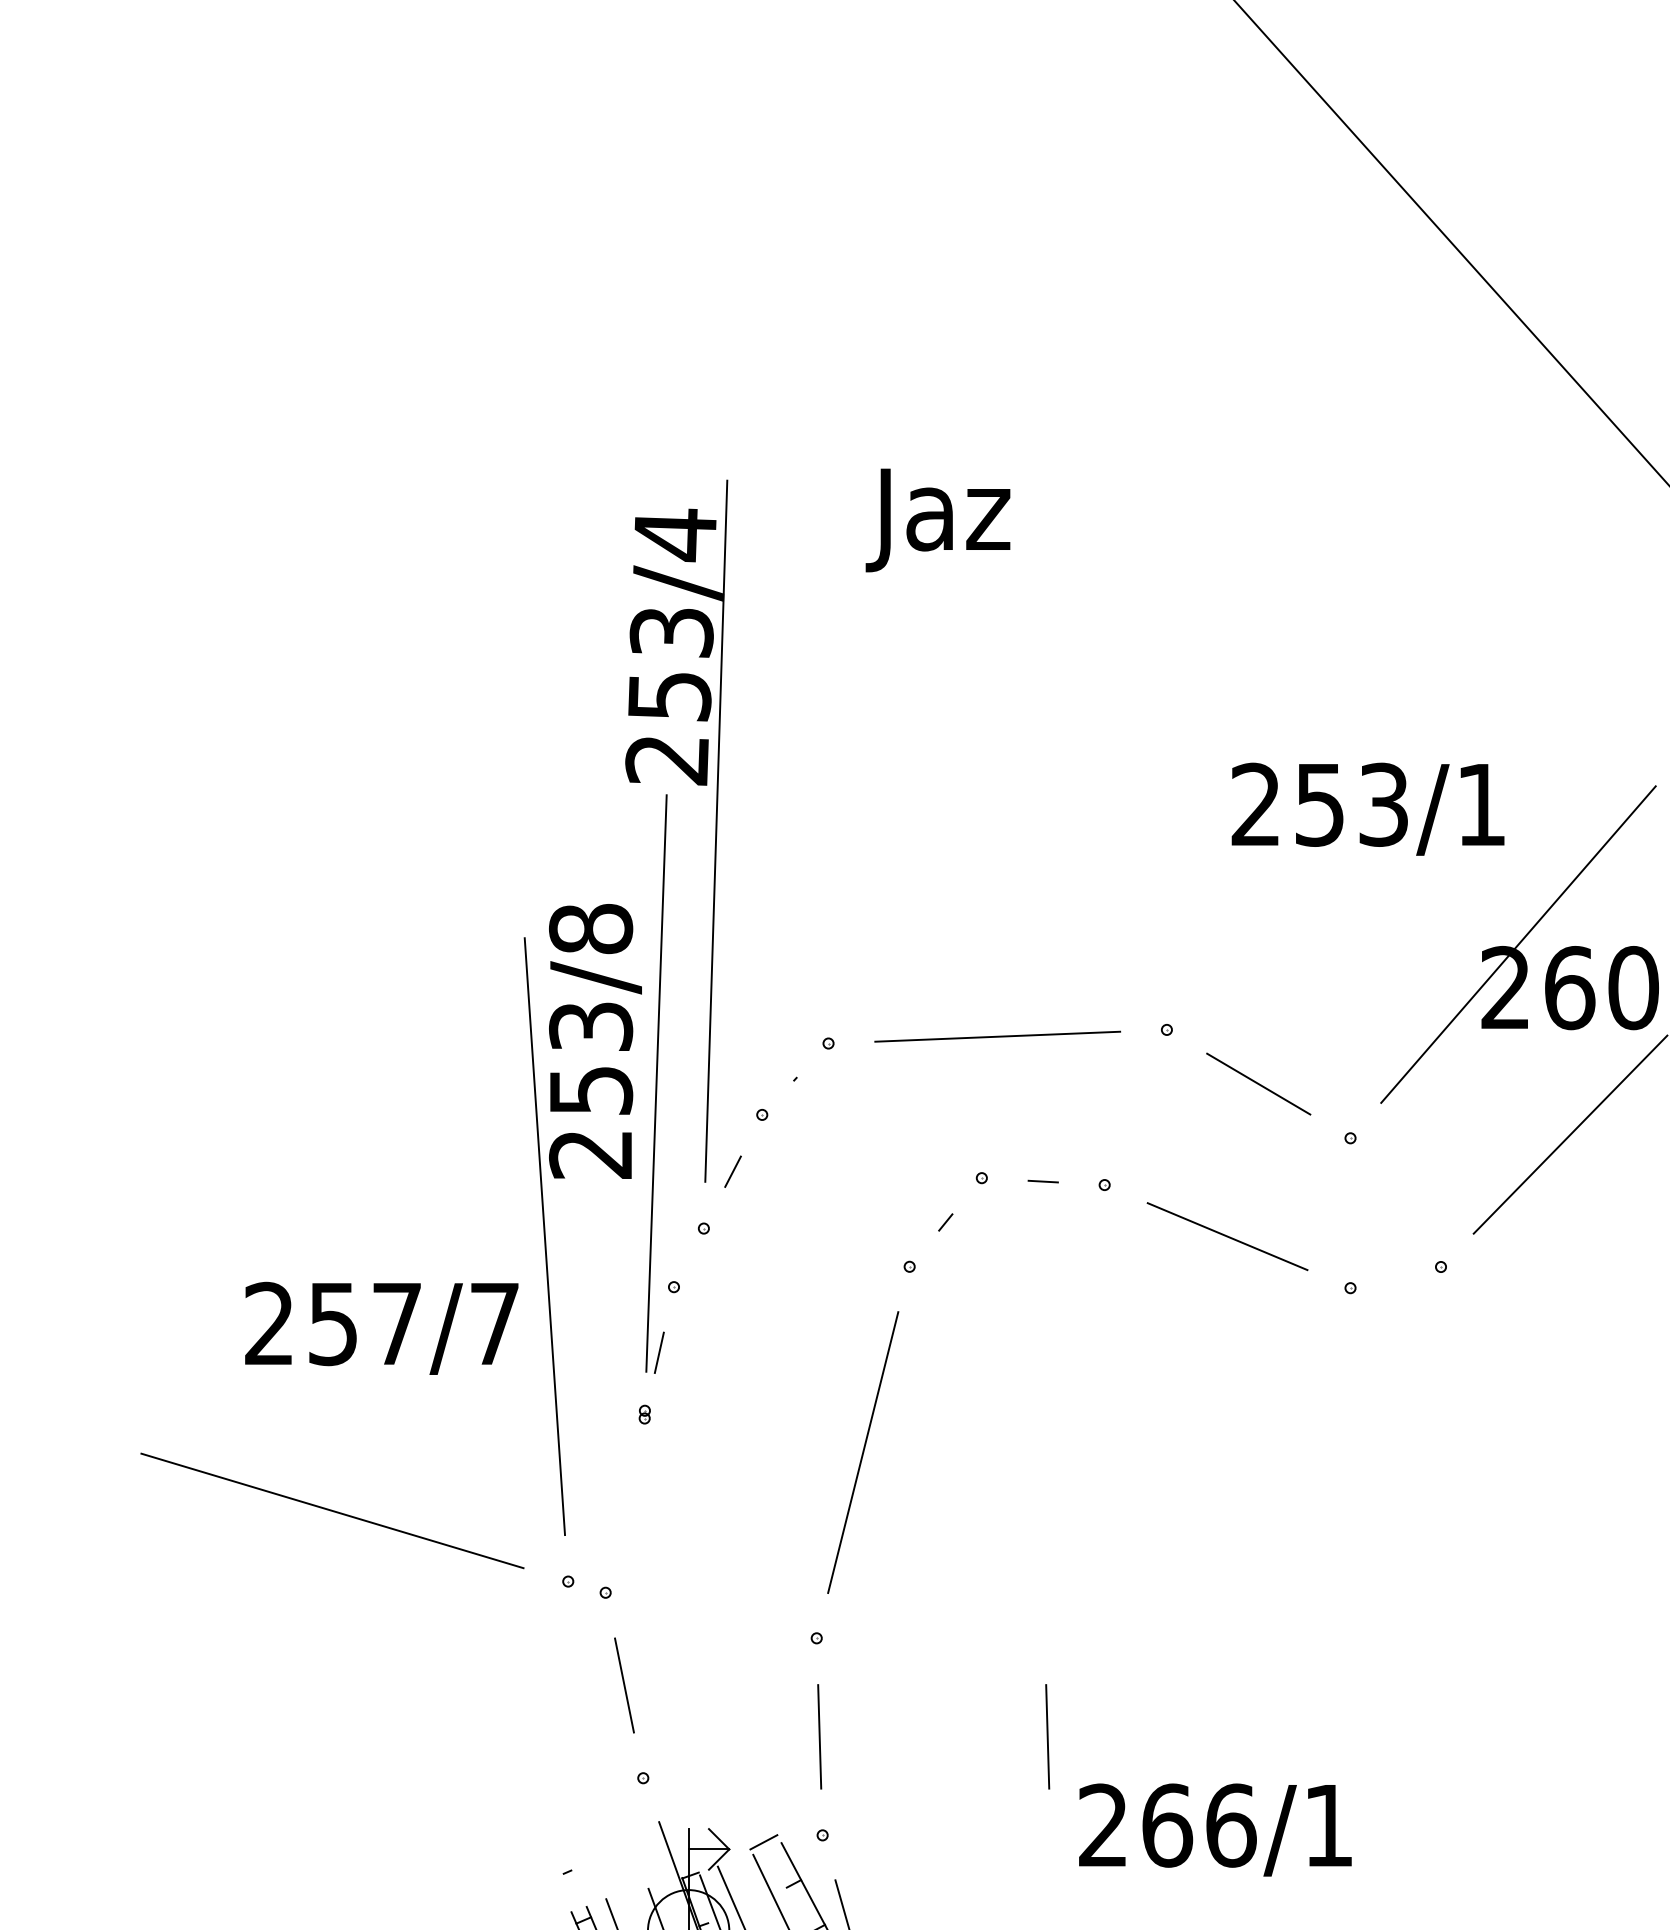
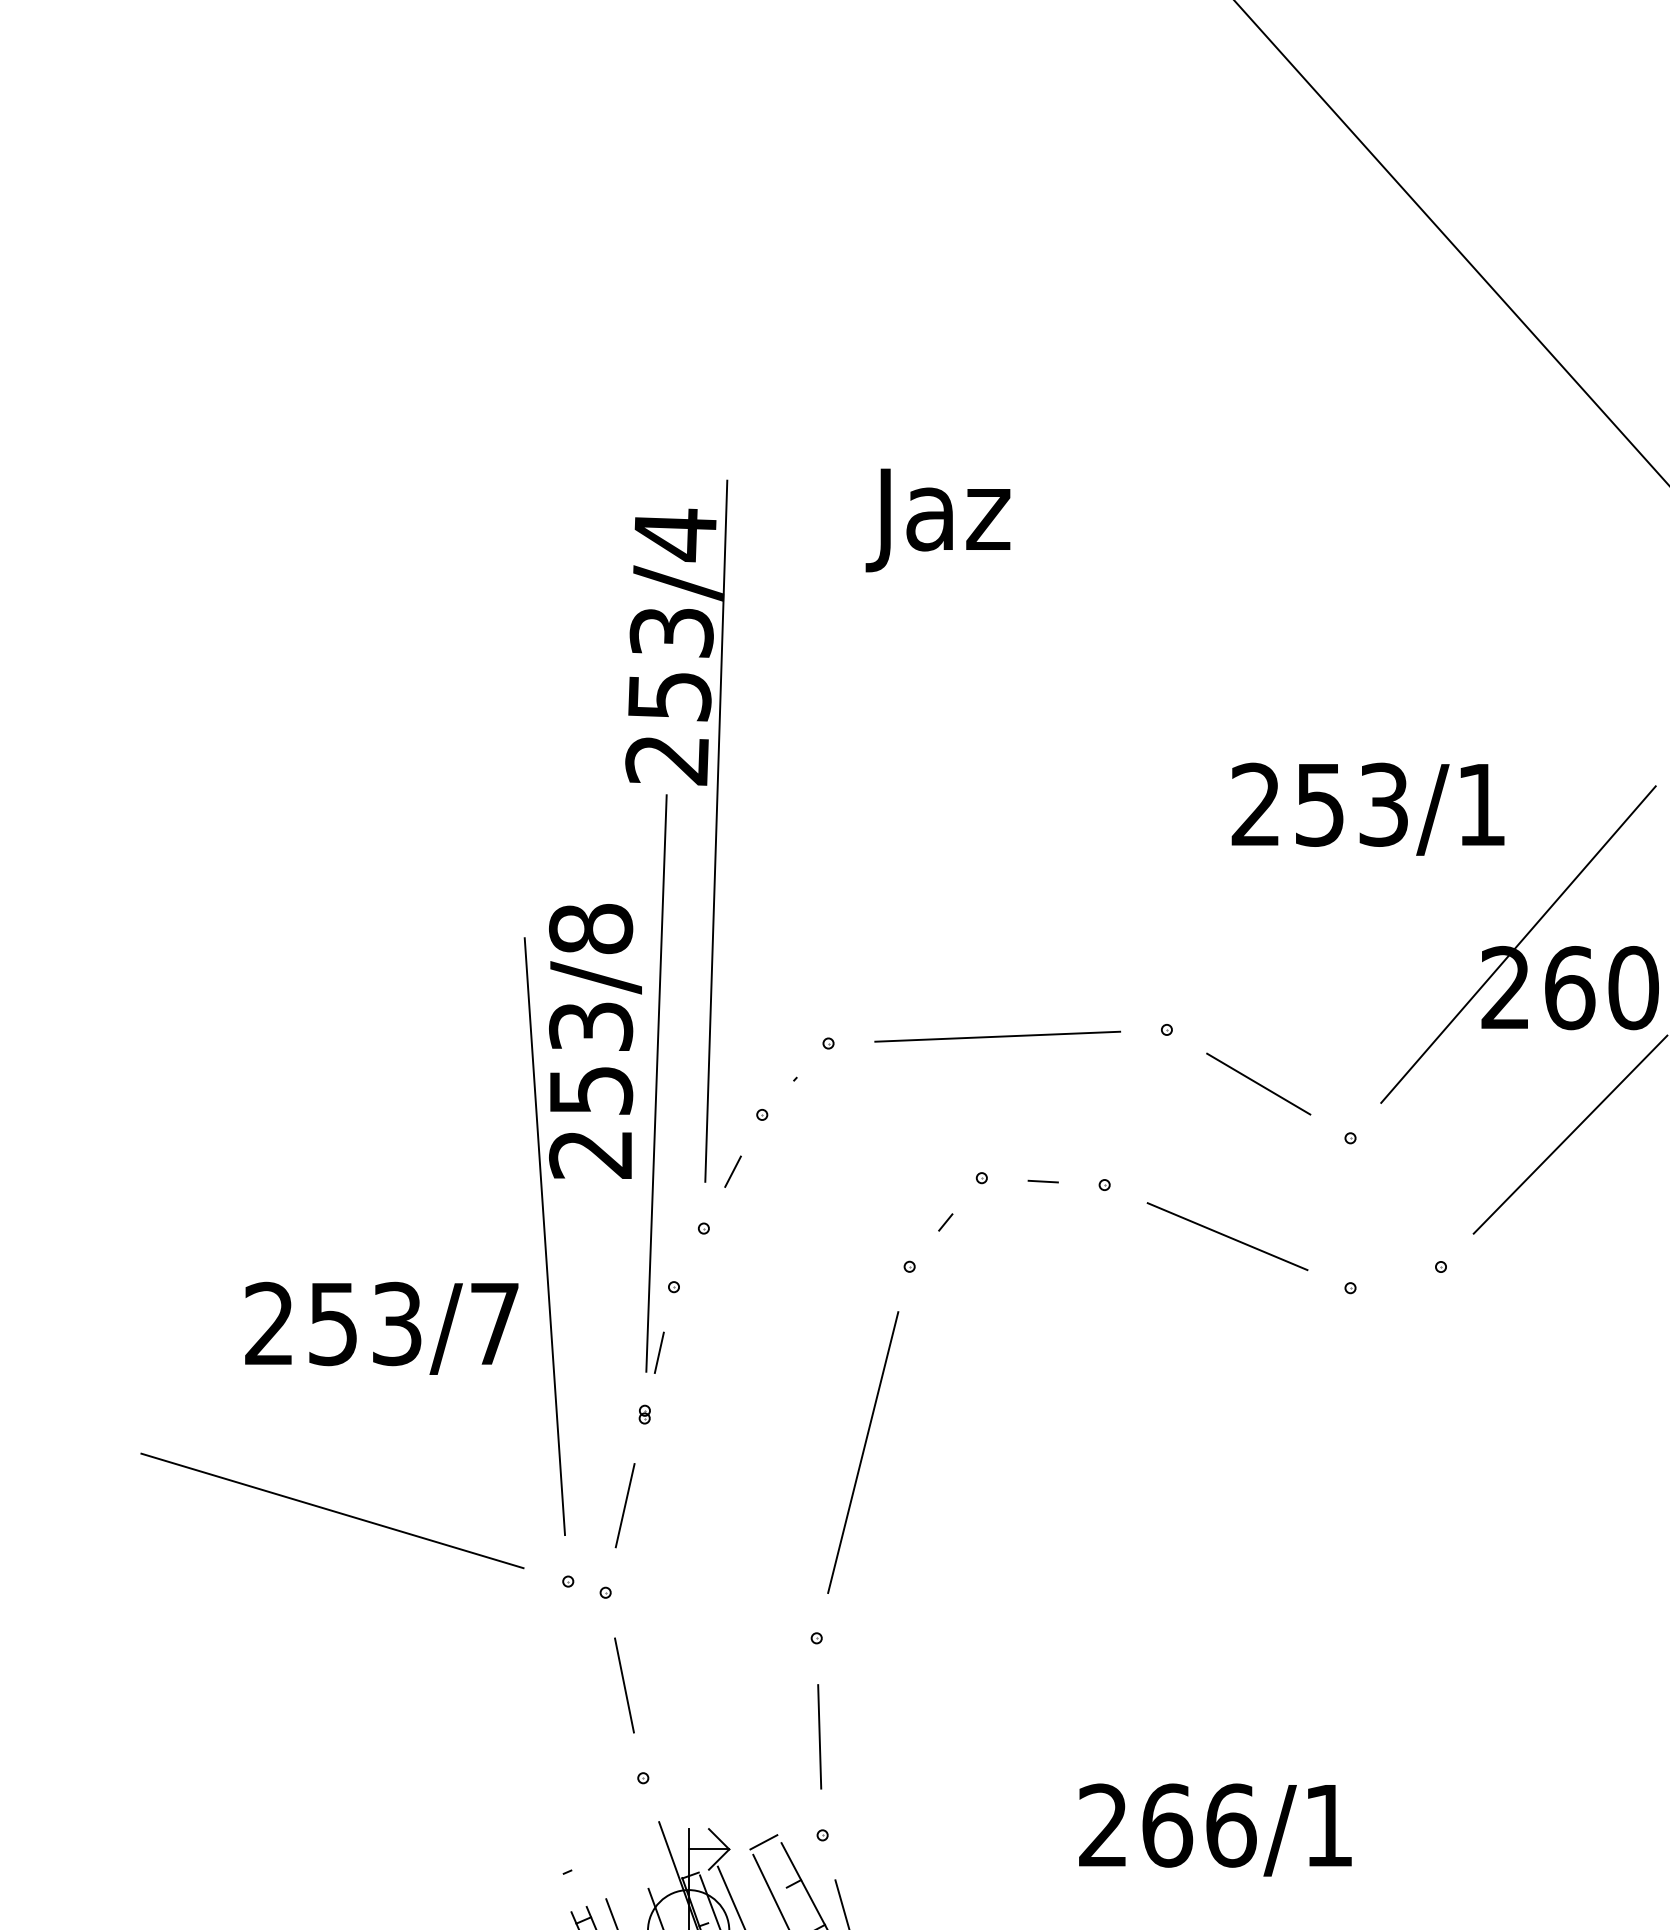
text at (397, 1323): 257/7 -> 253/7
line at (624, 1505): none -> present
line at (1047, 1736): present -> none
